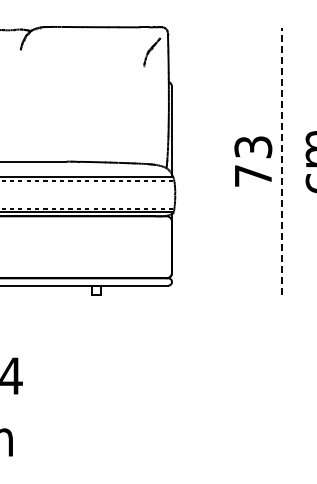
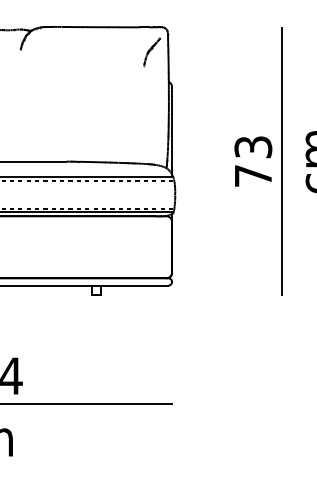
line at (281, 161): dashed -> solid
line at (87, 404): none -> present
